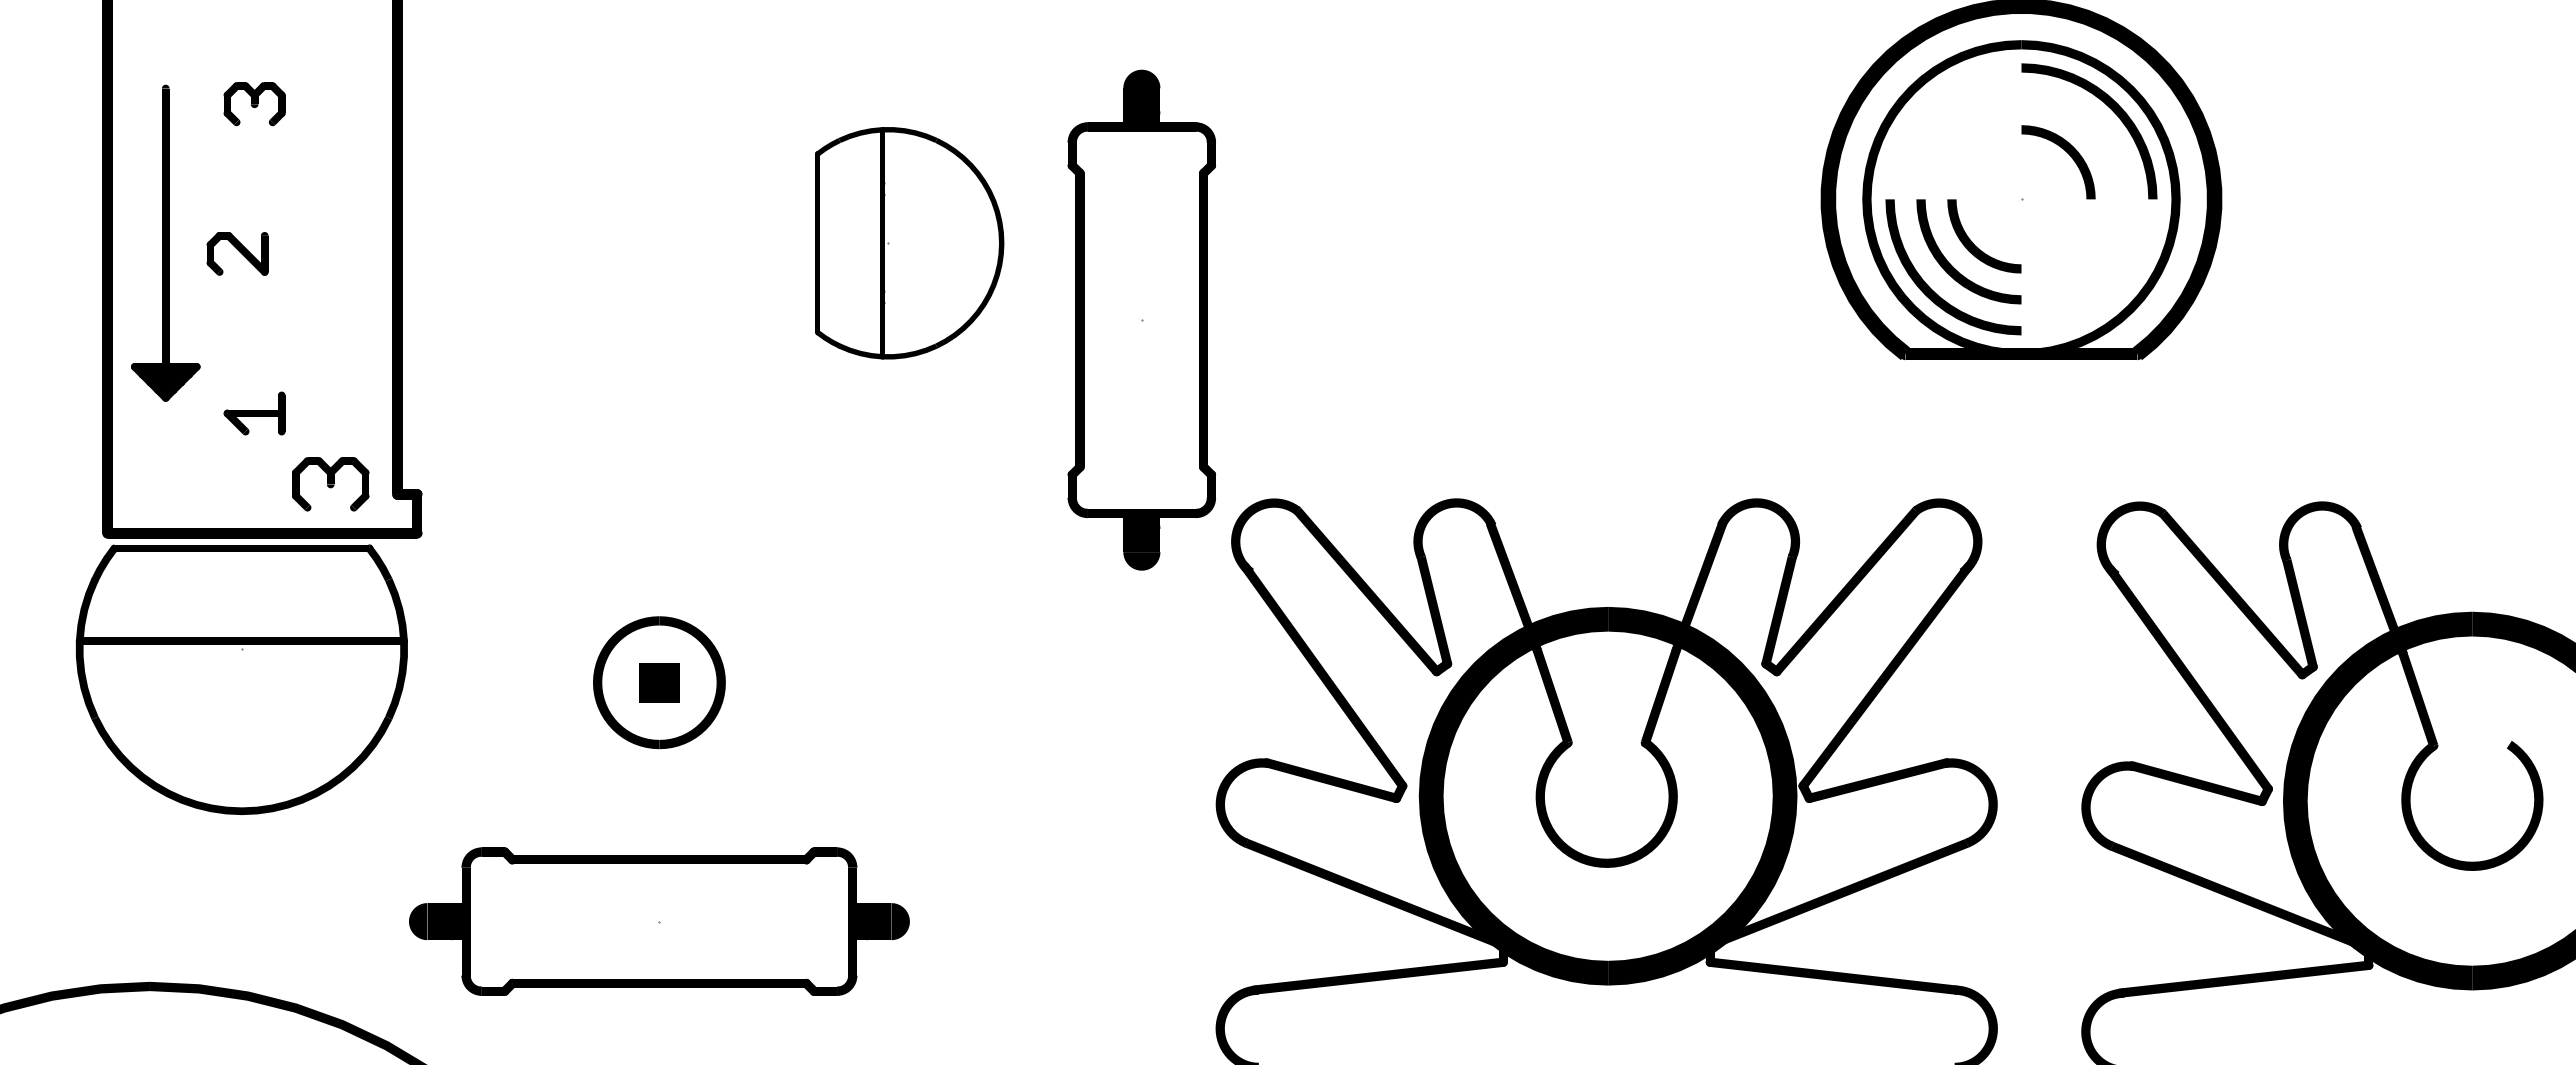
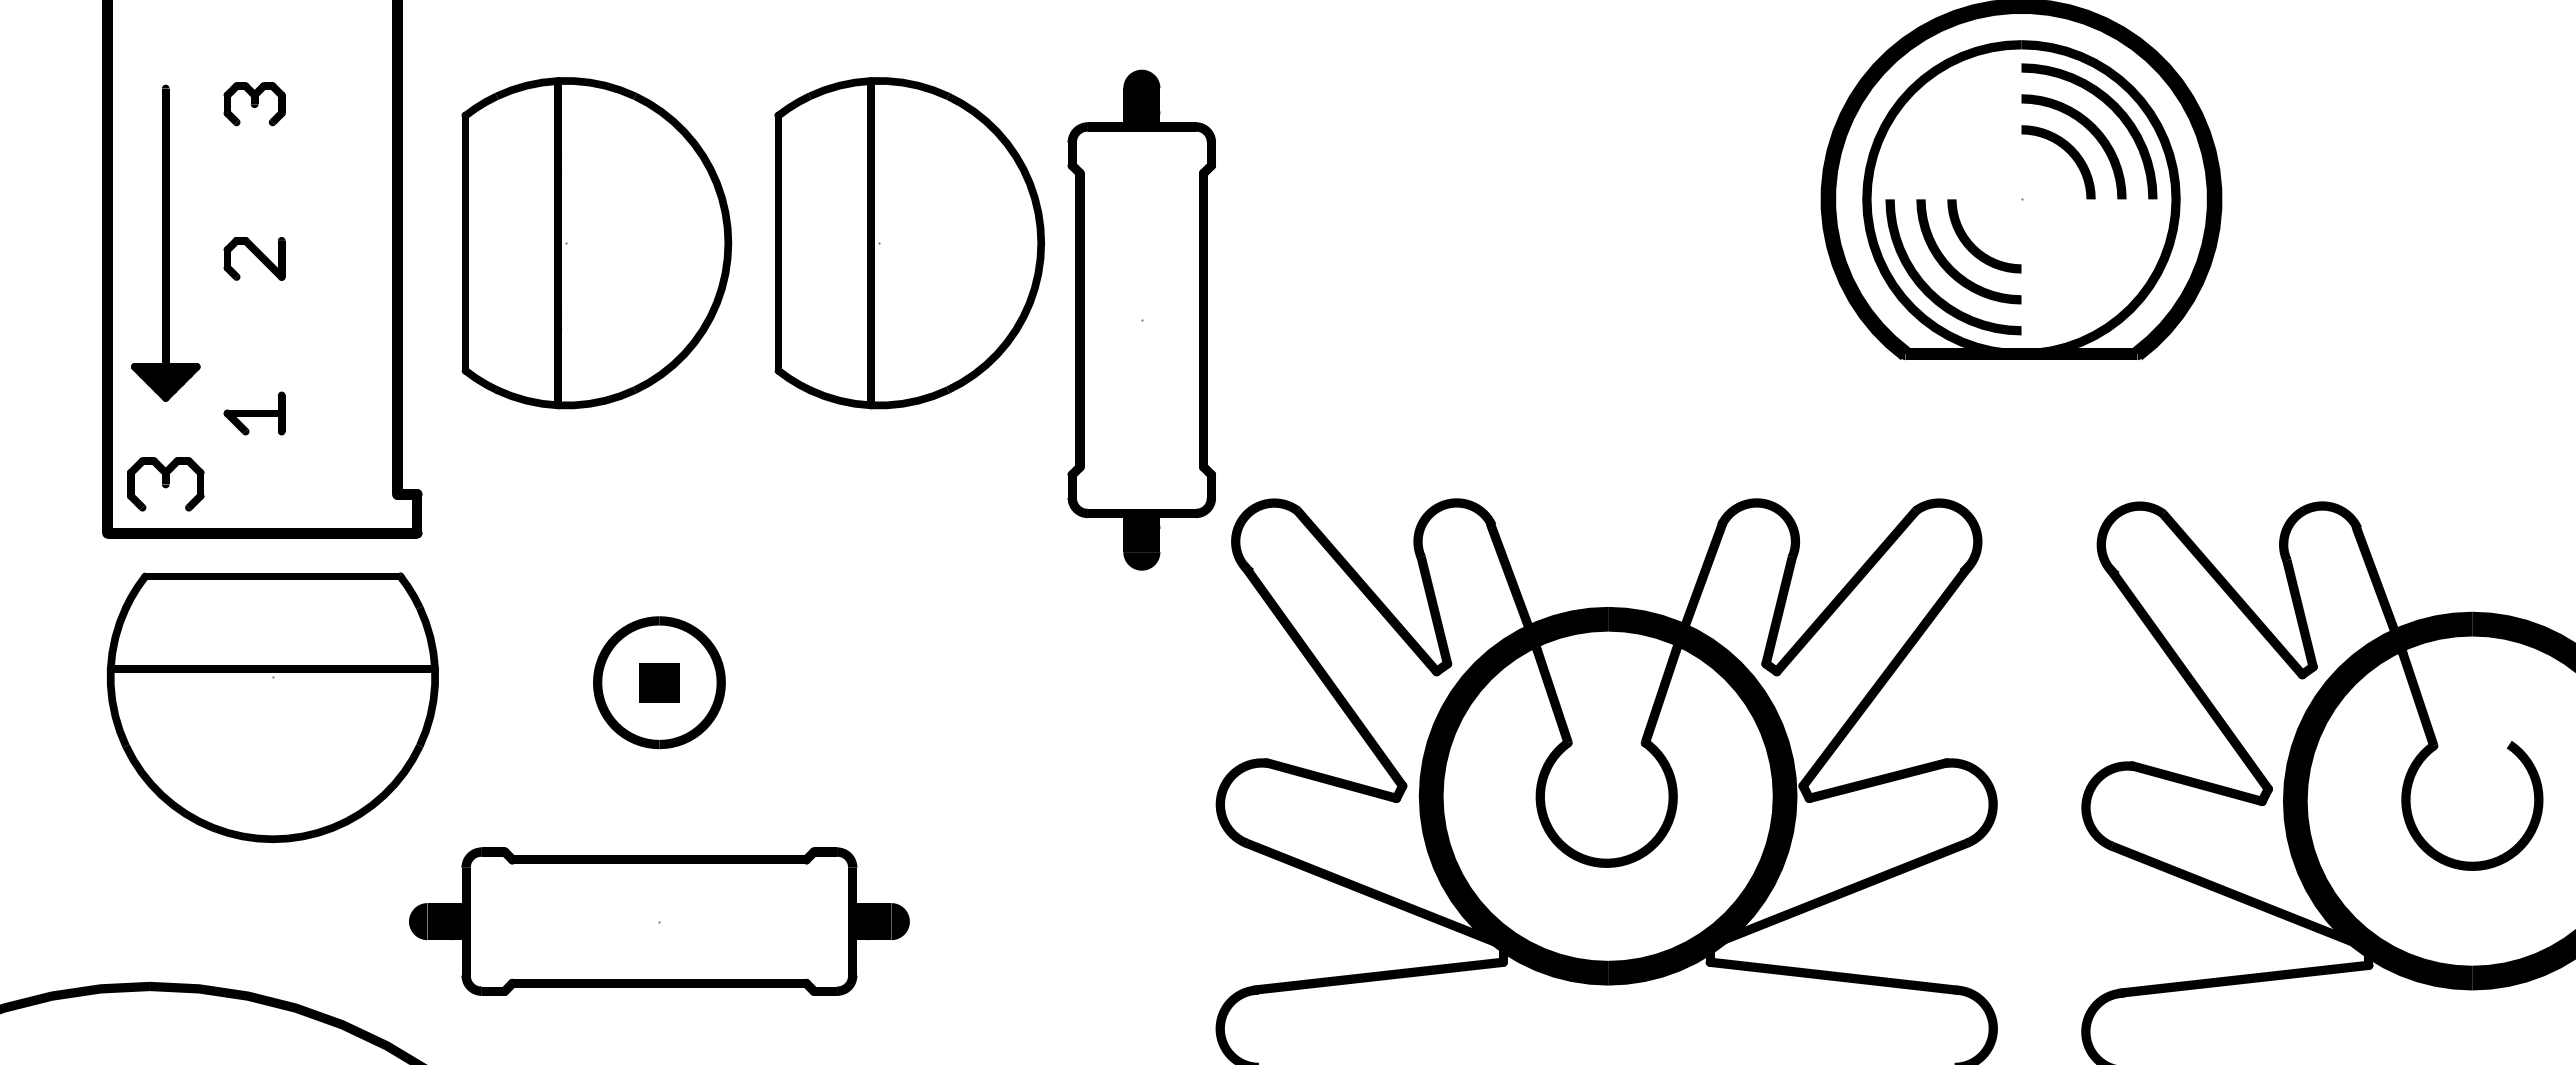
curve at (2086, 129): none -> present
part at (596, 243): none -> present
part at (909, 243) size: 190x233 px -> 271x333 px
part at (237, 253) position: (237, 253) -> (254, 258)
part at (330, 484) position: (330, 484) -> (165, 484)
part at (241, 679) position: (241, 679) -> (272, 707)
